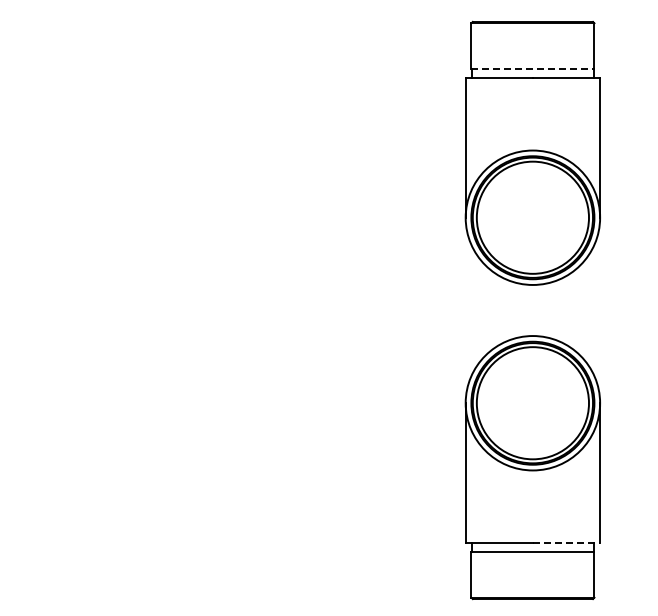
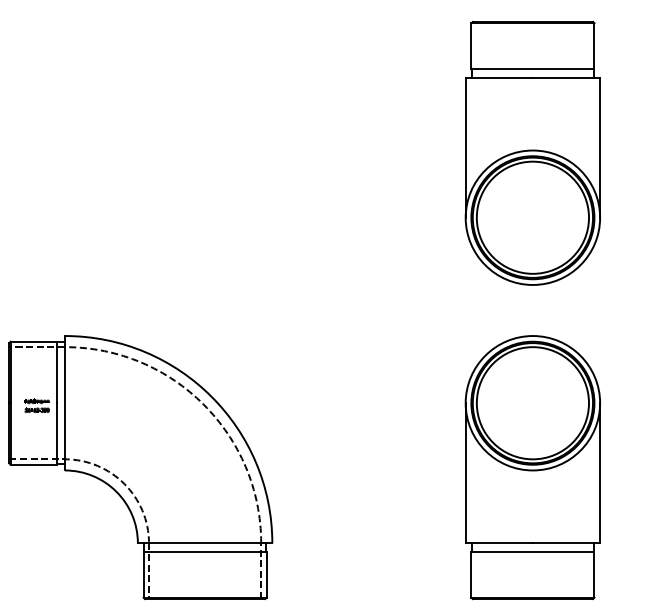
line at (532, 69): dashed -> solid
part at (140, 467): none -> present
line at (566, 543): dashed -> solid
